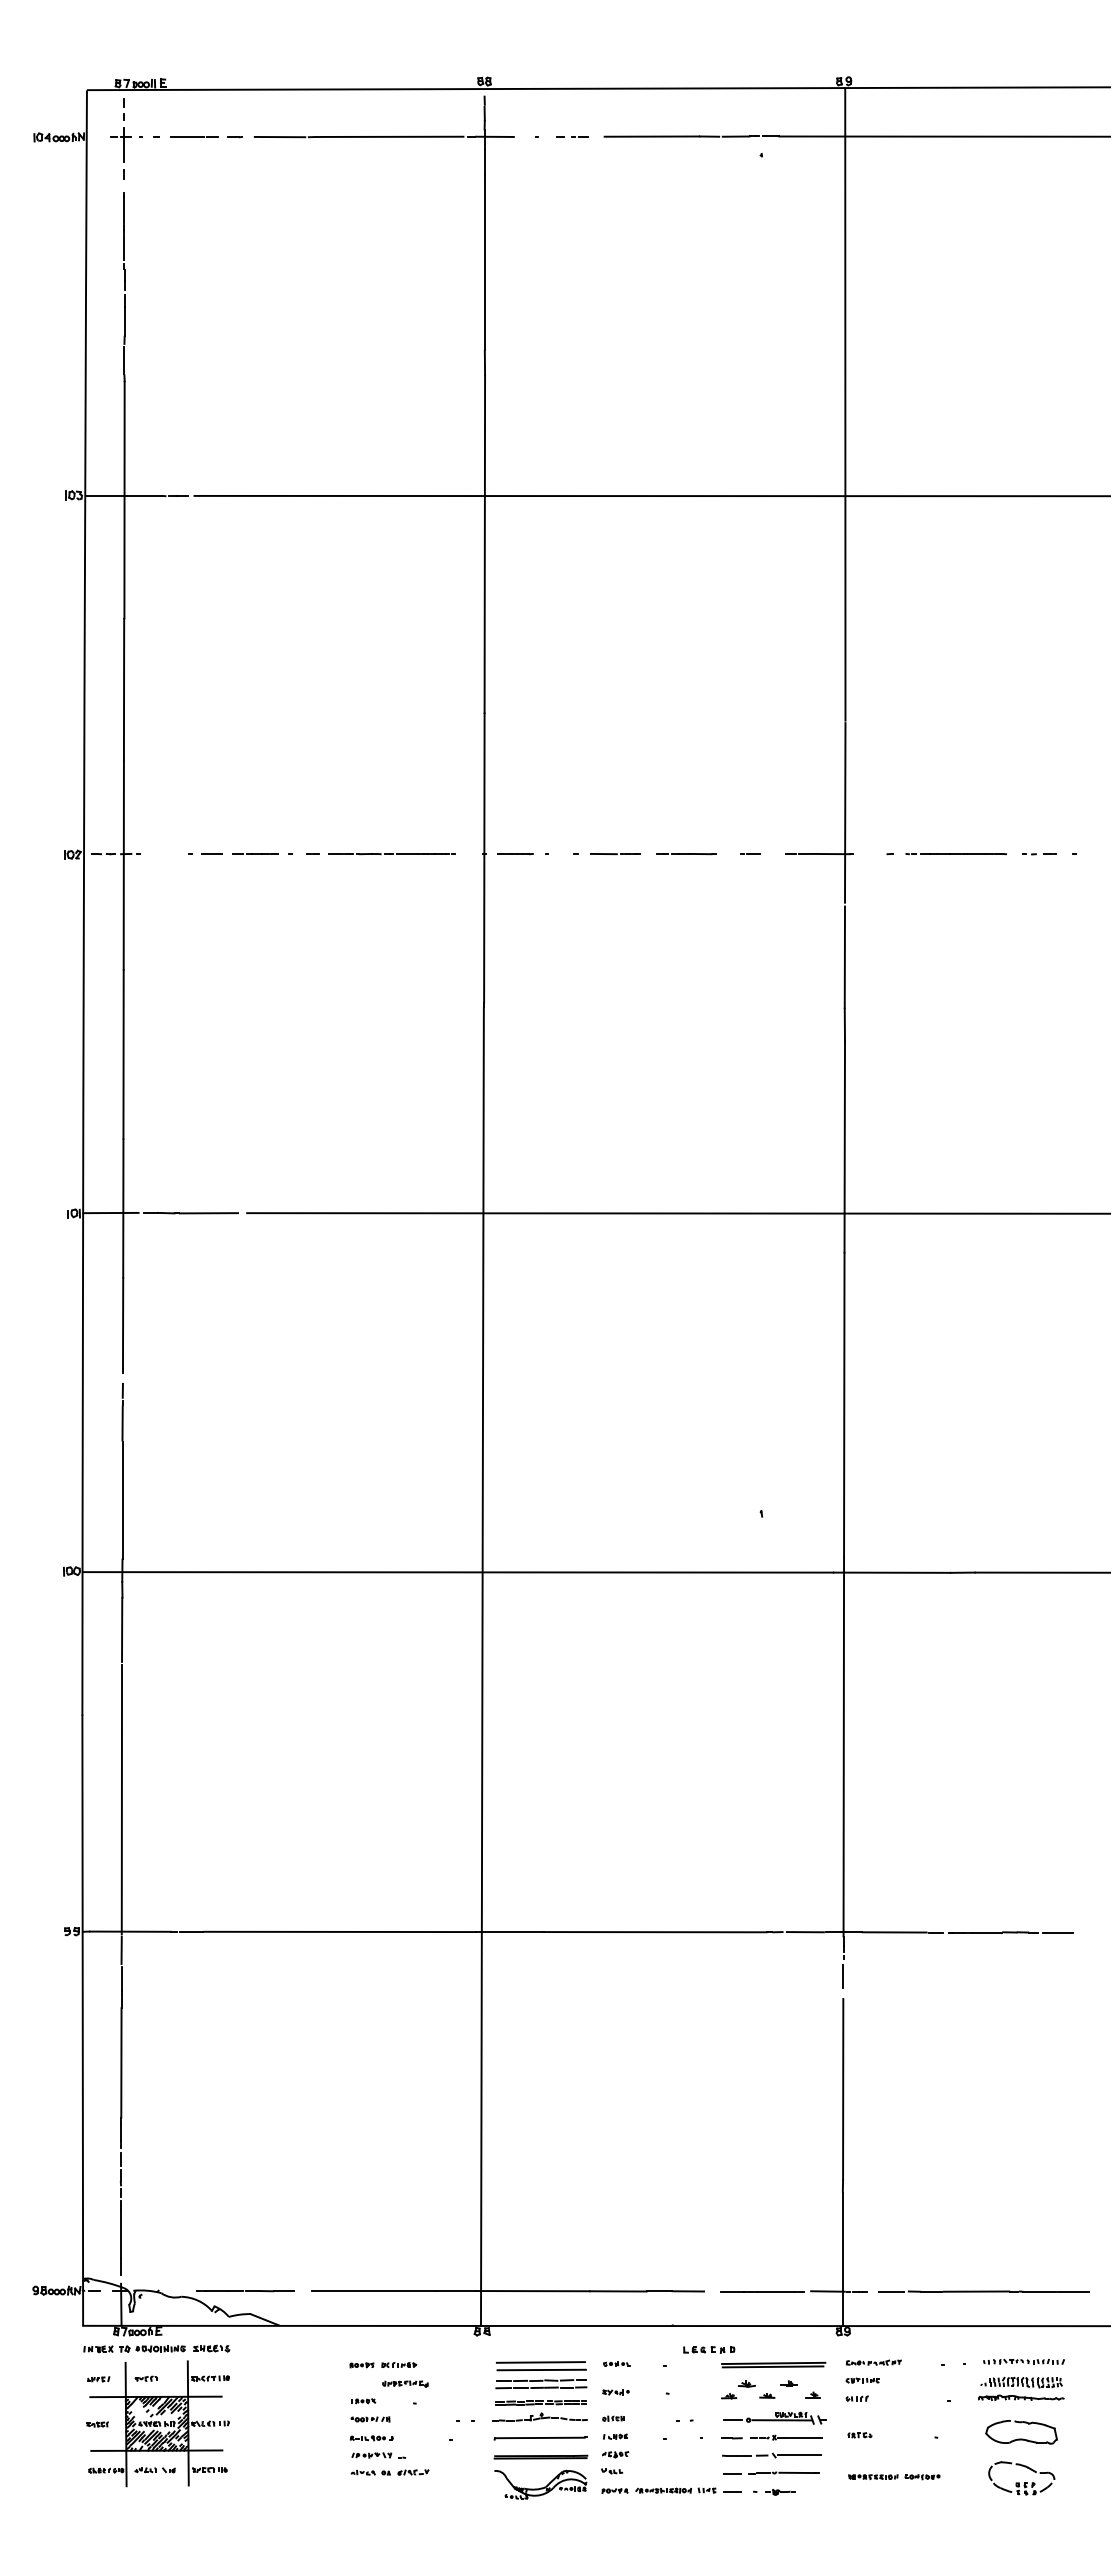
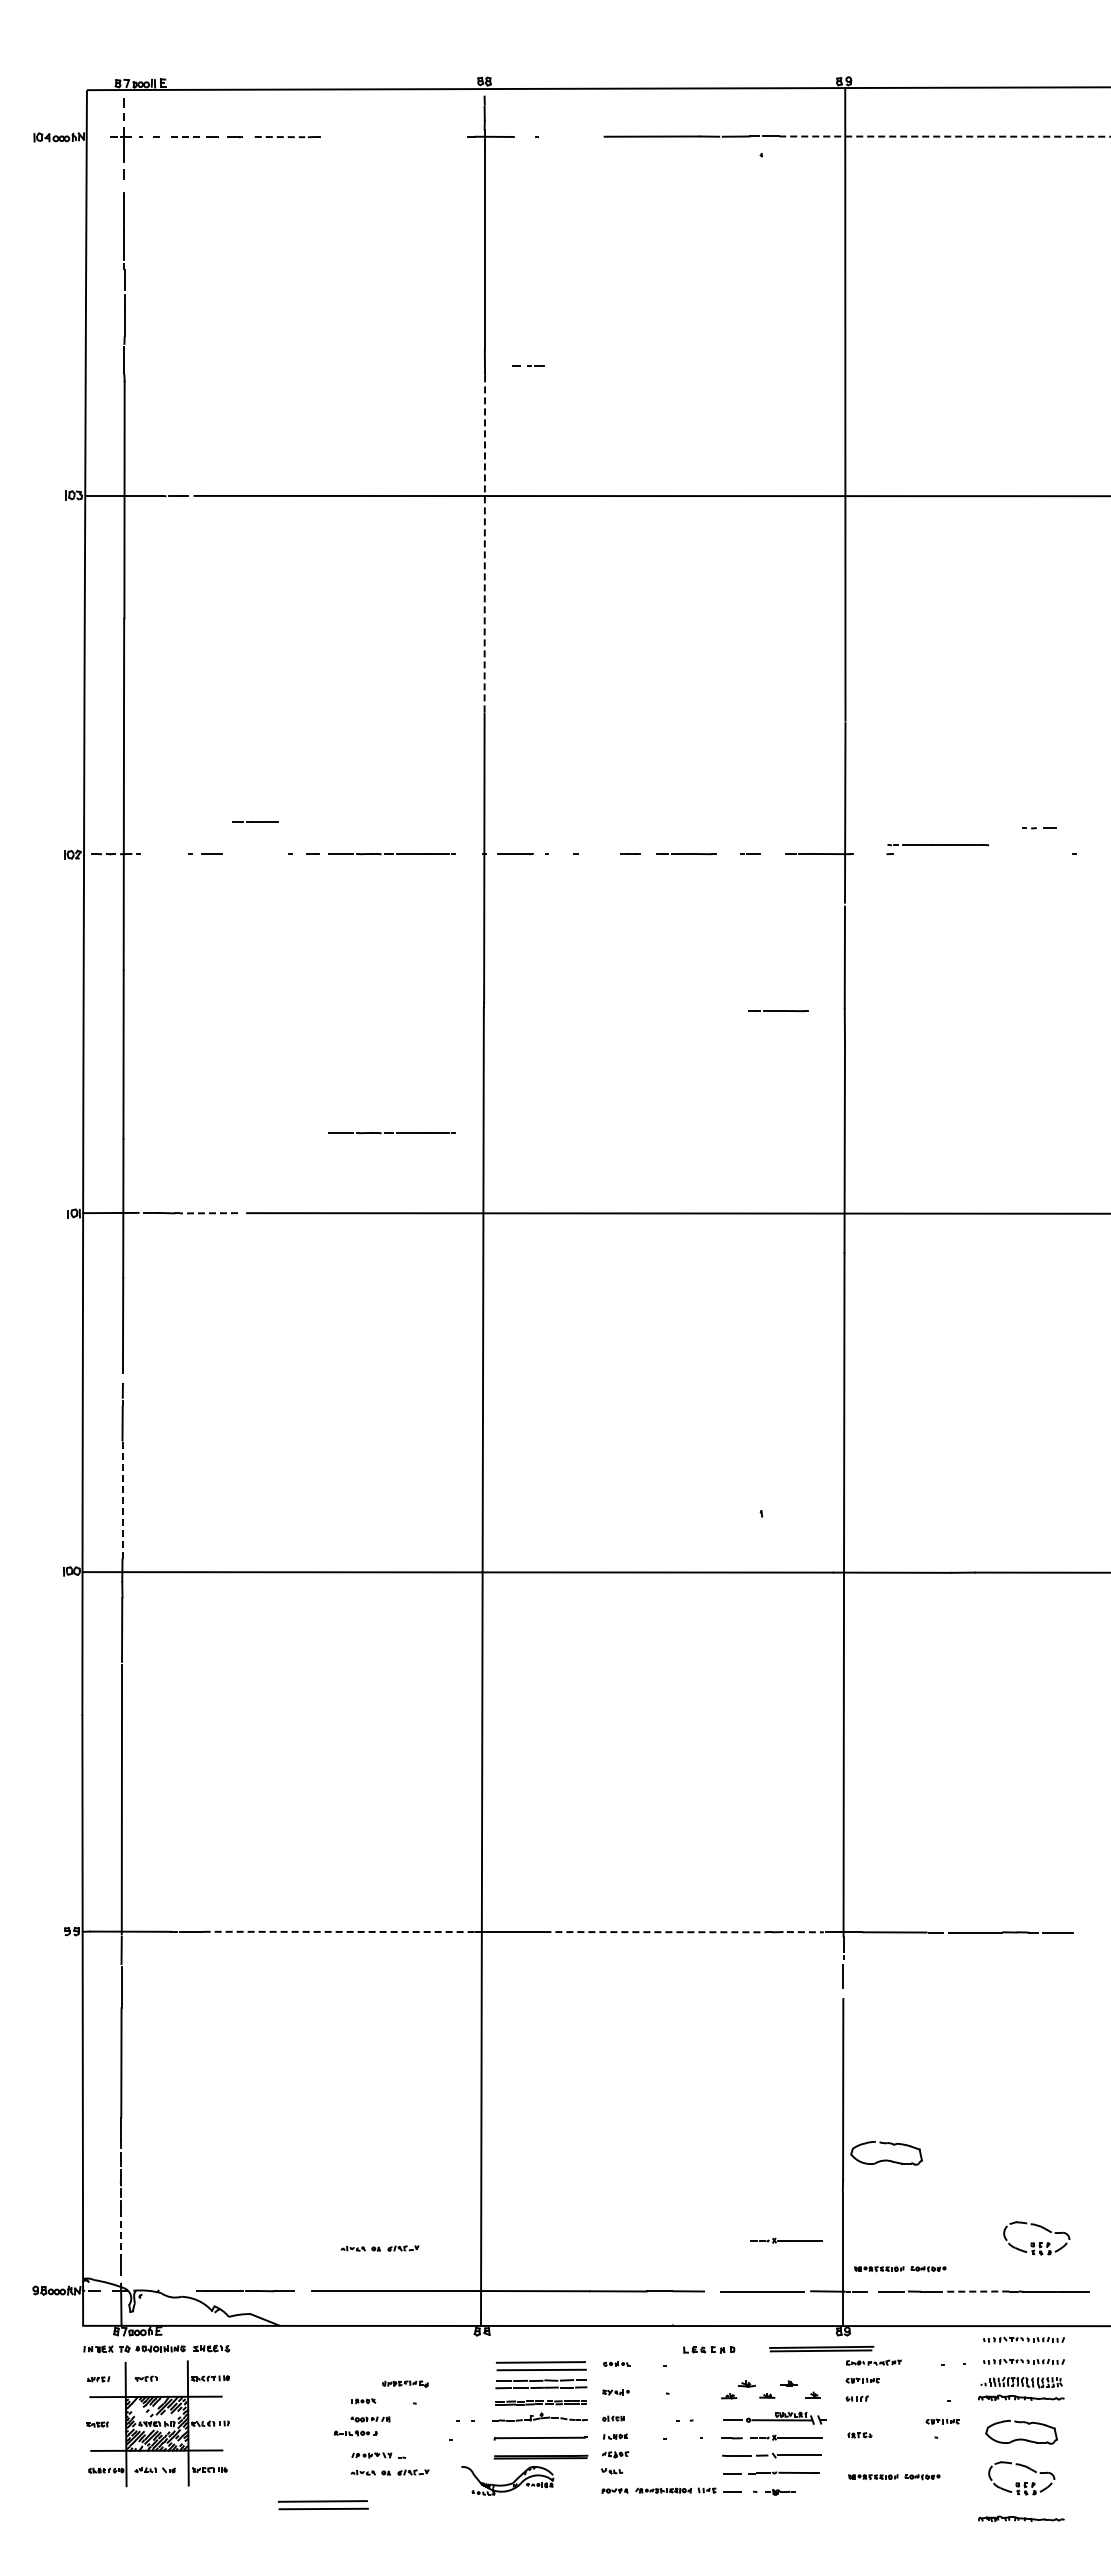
line at (392, 136): present -> none
line at (572, 136) position: (572, 136) -> (528, 365)
line at (945, 136): solid -> dashed
line at (187, 137): solid -> dashed
line at (280, 137): solid -> dashed
line at (484, 544): solid -> dashed
line at (255, 853) position: (255, 853) -> (255, 821)
line at (603, 853): present -> none
line at (955, 854) position: (955, 854) -> (937, 845)
part at (1039, 854) position: (1039, 854) -> (1039, 828)
line at (778, 1011): none -> present
line at (391, 1133): none -> present
line at (208, 1213): solid -> dashed
line at (122, 1500): solid -> dashed
line at (340, 1931): solid -> dashed
line at (656, 1932): solid -> dashed
line at (805, 1932): solid -> dashed
part at (886, 2153): none -> present
line at (121, 2234): solid -> dashed
part at (1036, 2238): none -> present
part at (786, 2240): none -> present
part at (379, 2248): none -> present
part at (900, 2269): none -> present
line at (976, 2291): solid -> dashed
part at (1023, 2339): none -> present
part at (773, 2364) position: (773, 2364) -> (821, 2348)
part at (383, 2365): present -> none
part at (942, 2421): none -> present
part at (371, 2438) position: (371, 2438) -> (355, 2433)
part at (540, 2484) position: (540, 2484) -> (507, 2480)
part at (323, 2505): none -> present
part at (1021, 2518): none -> present
